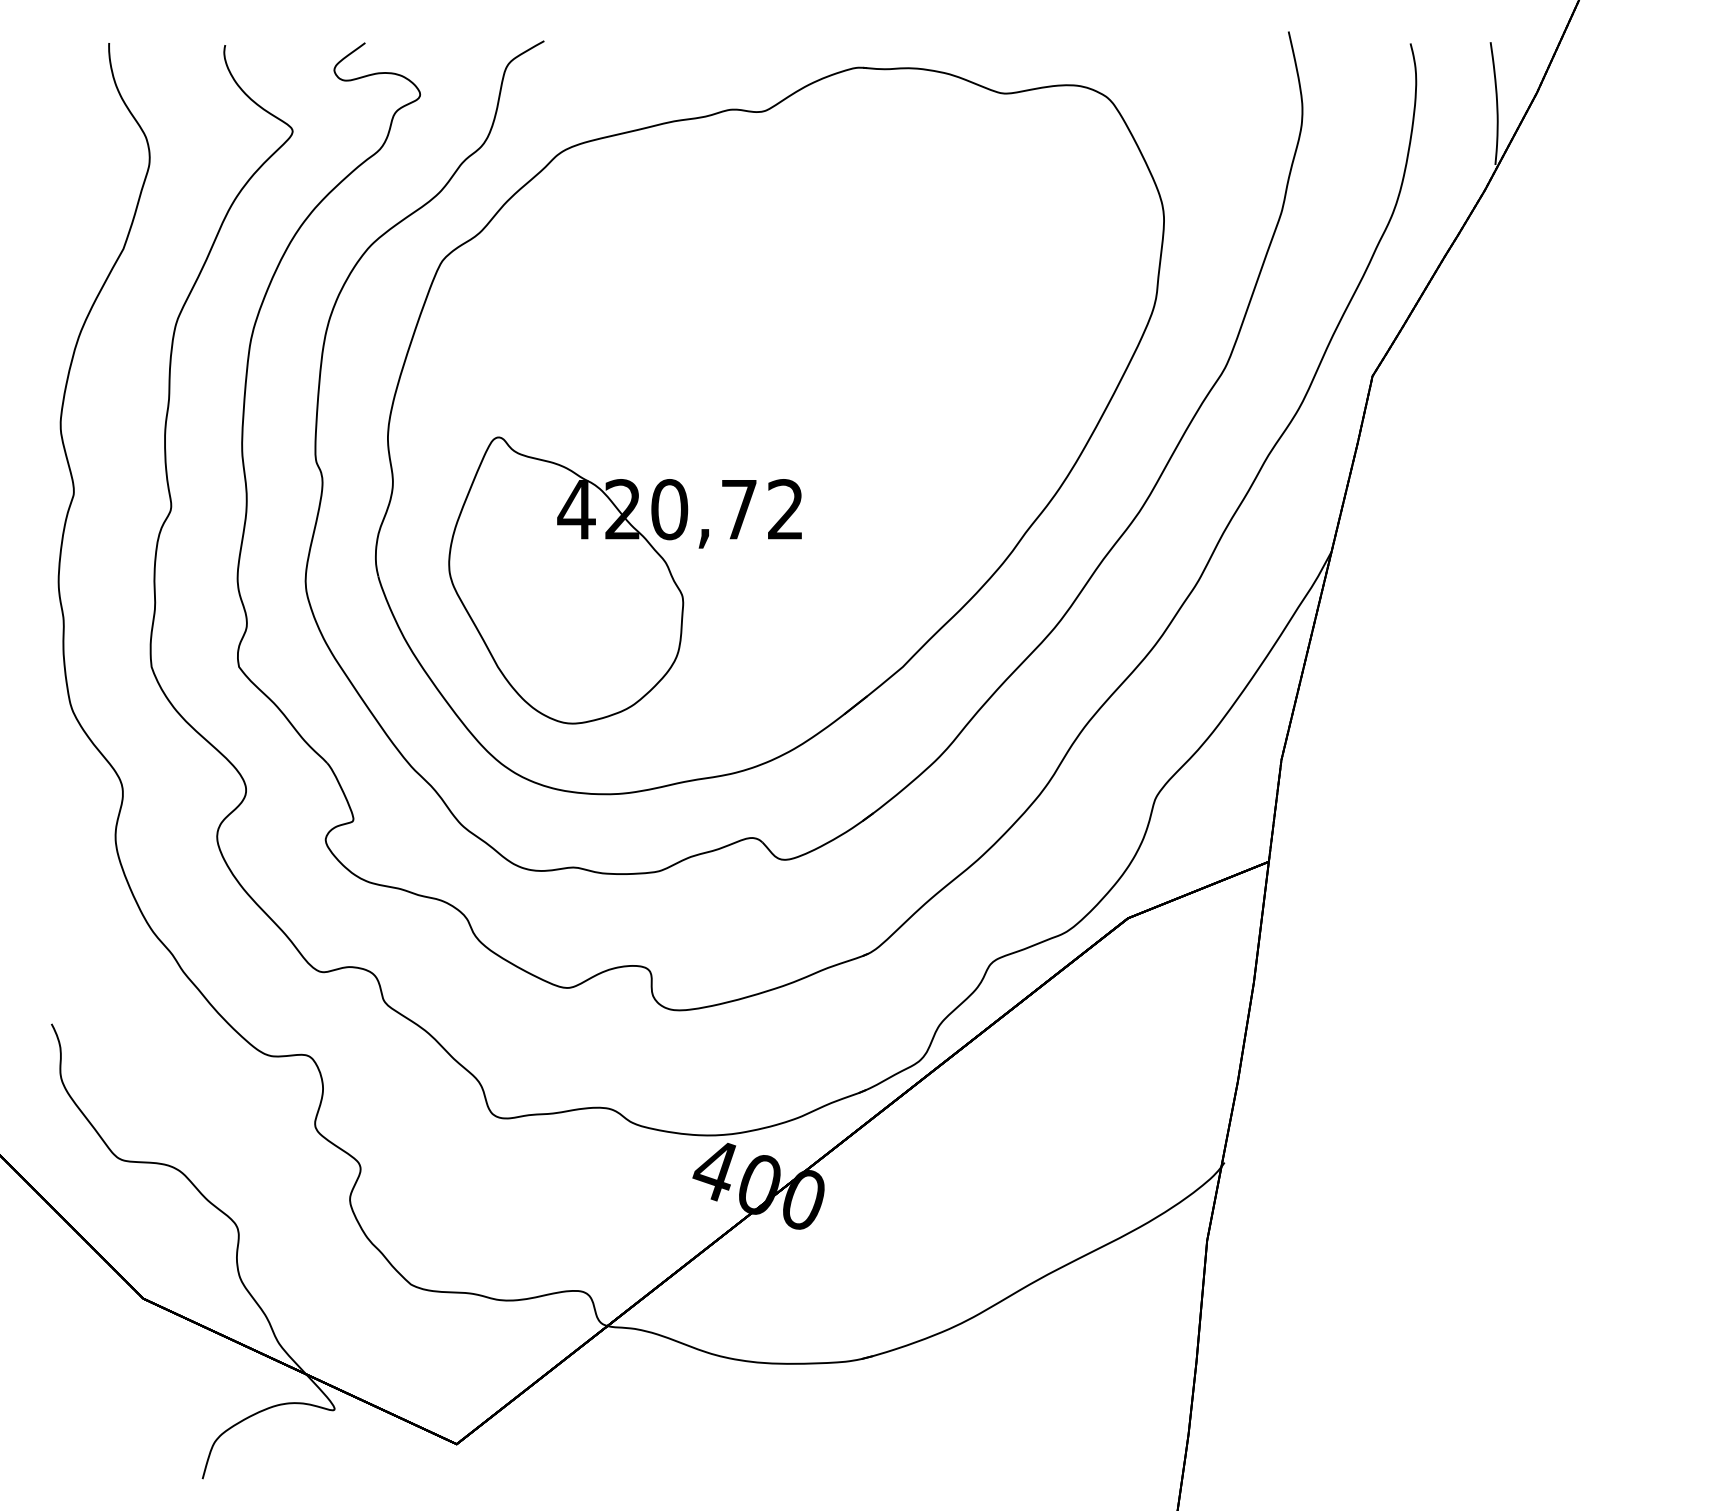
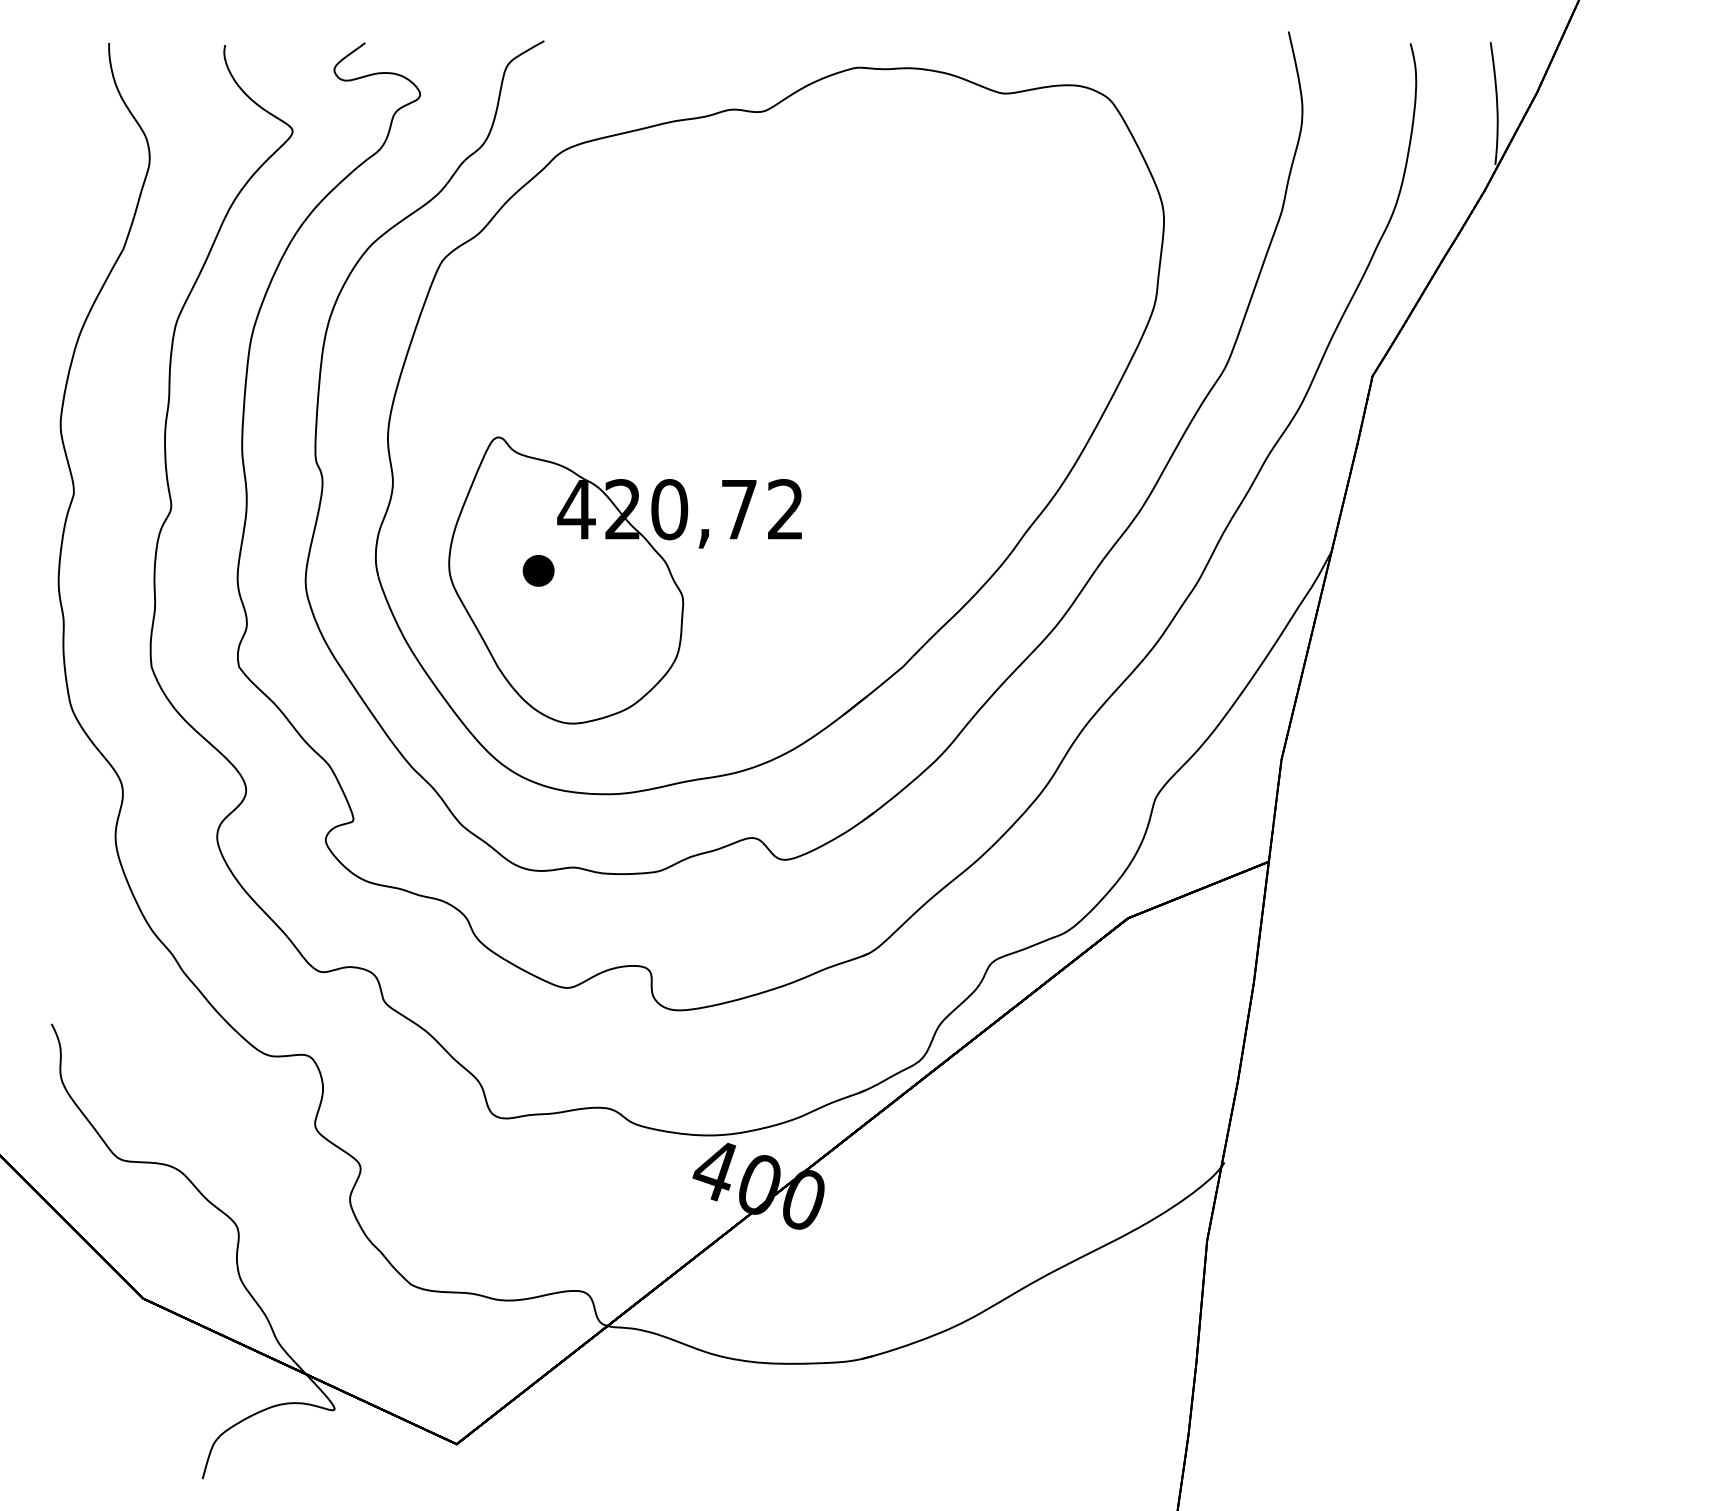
part at (538, 570): none -> present
